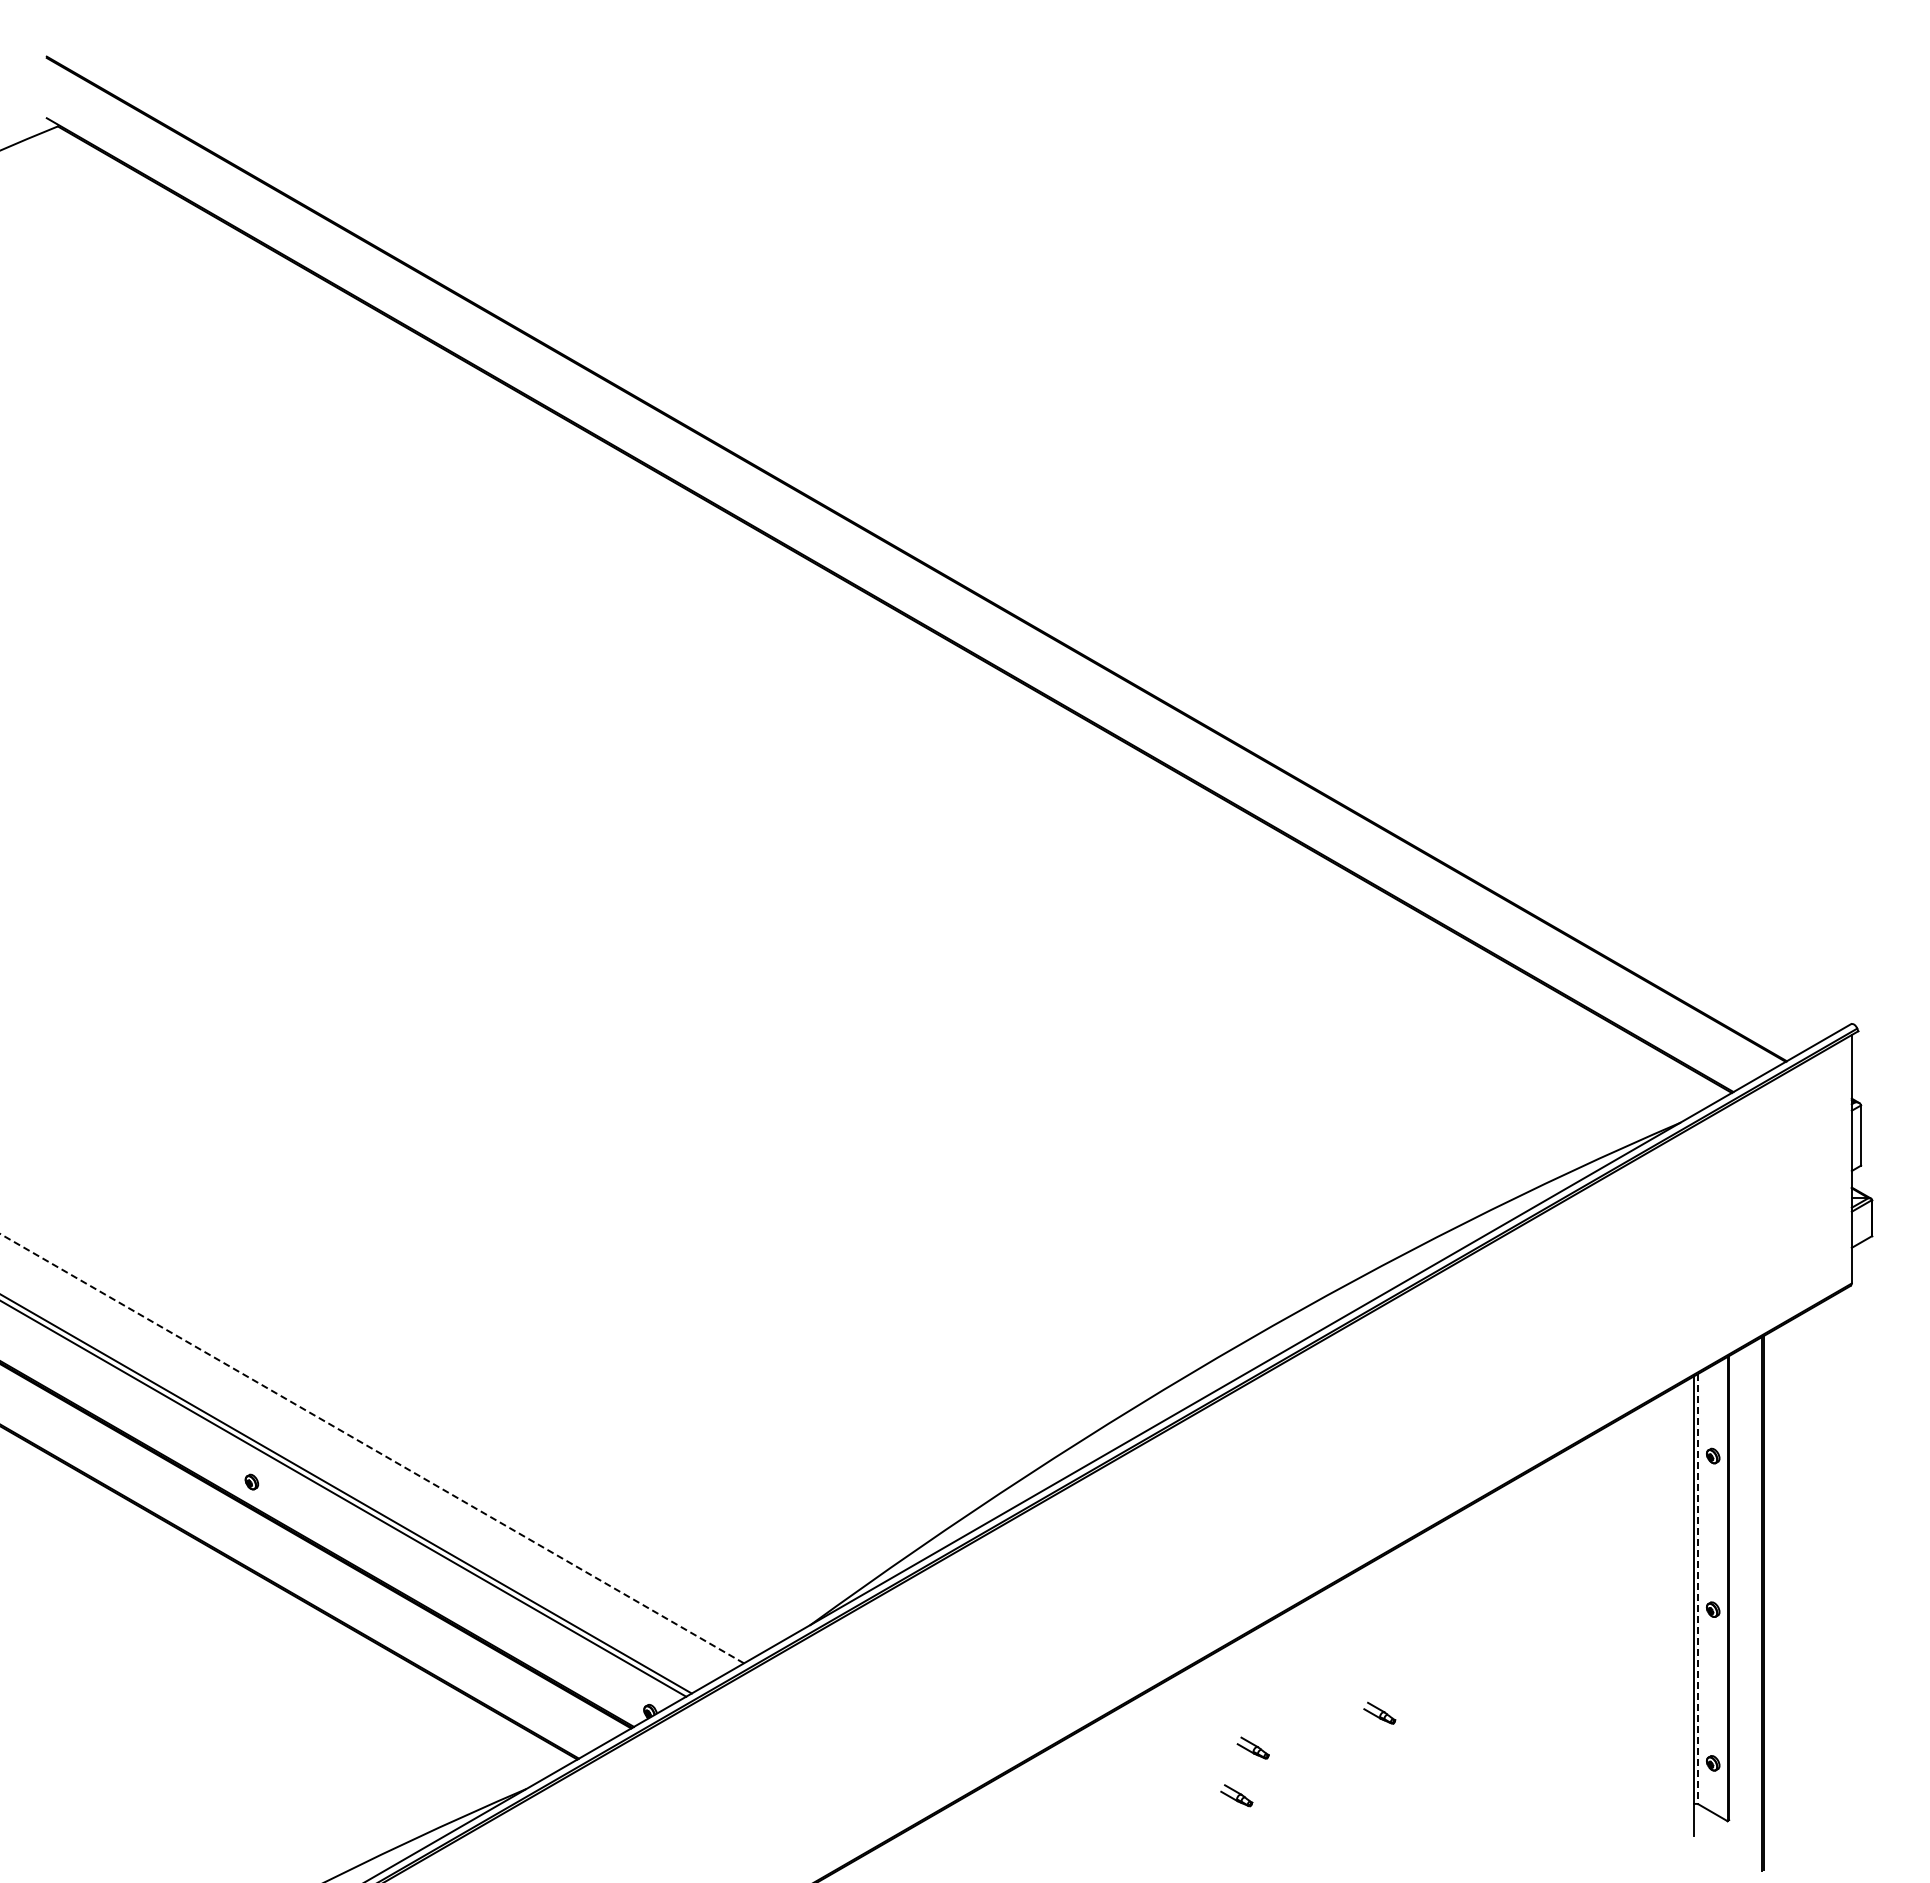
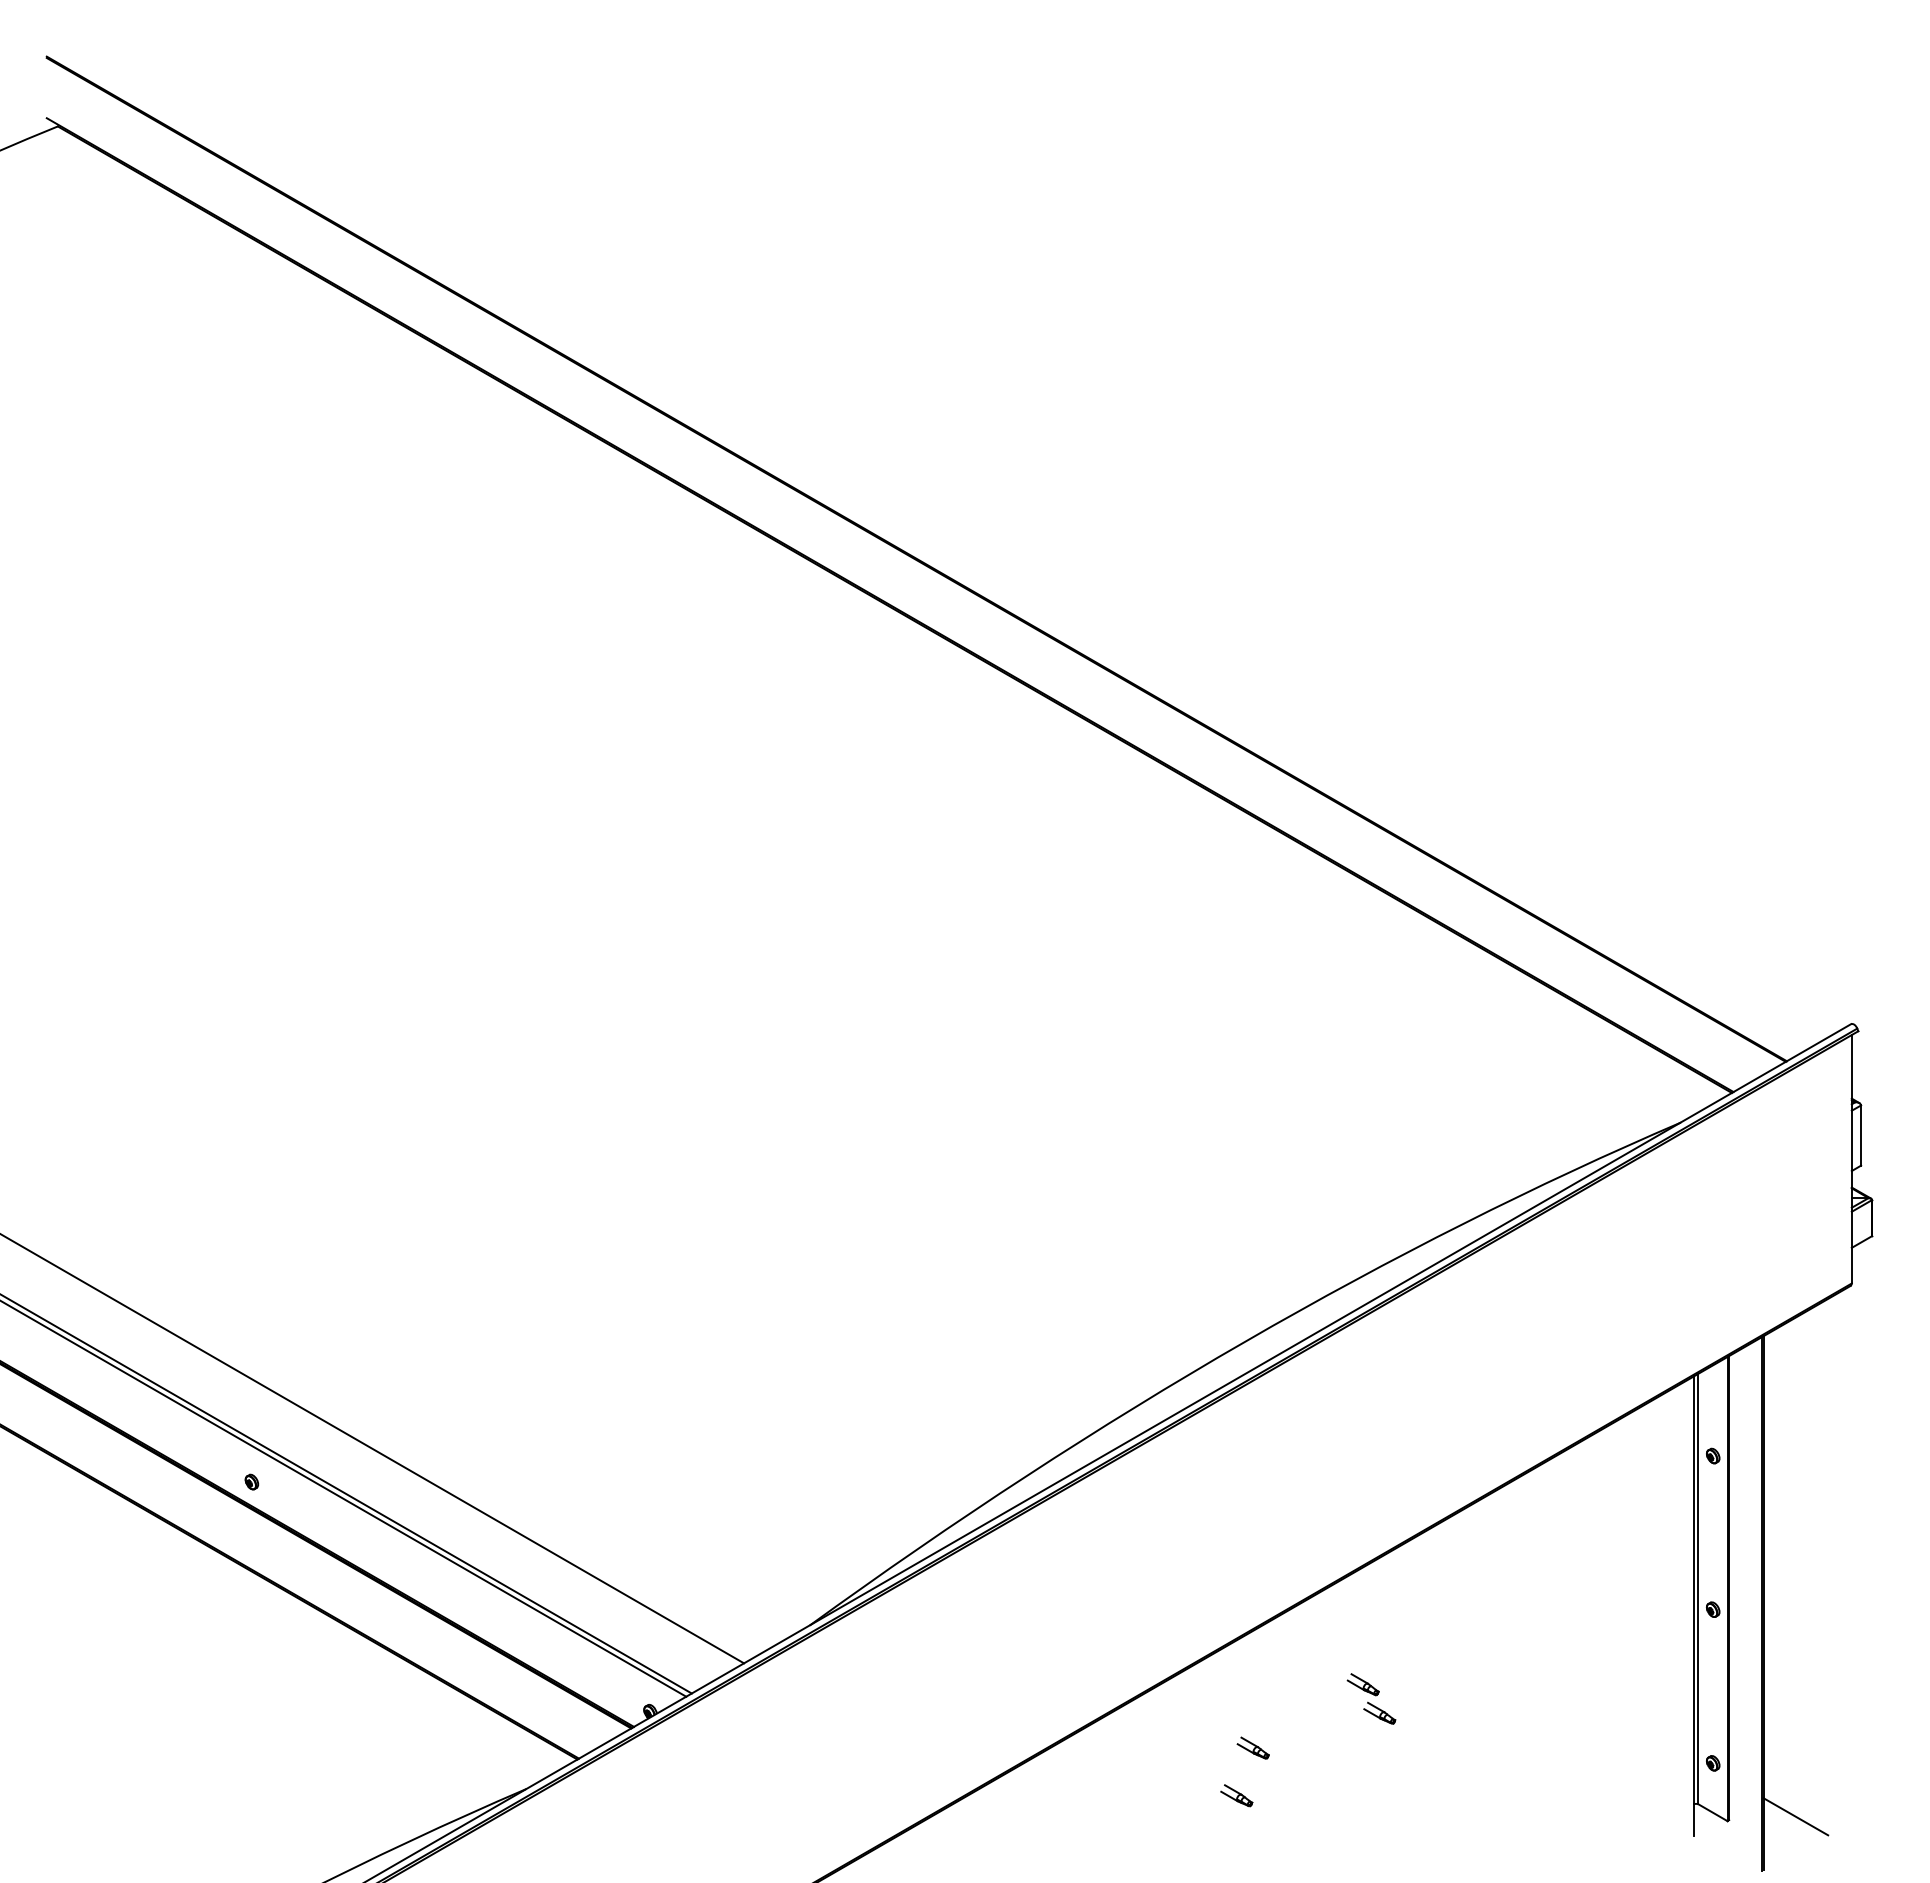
line at (371, 1448): dashed -> solid
line at (1698, 1589): dashed -> solid
part at (1362, 1684): none -> present
line at (1795, 1816): none -> present
